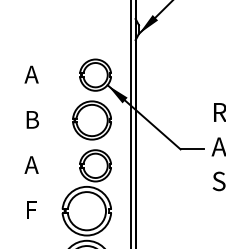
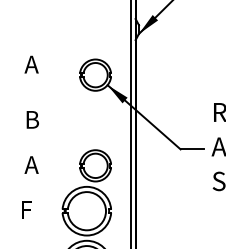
text at (31, 74) position: (31, 74) -> (31, 64)
part at (91, 120): present -> none
text at (31, 209) position: (31, 209) -> (26, 209)
